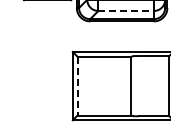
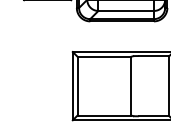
line at (126, 10): dashed -> solid
line at (77, 86): dashed -> solid
